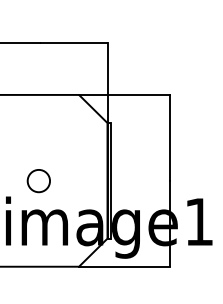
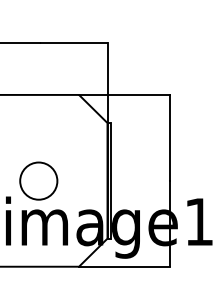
circle at (38, 181) size: 25x25 px -> 40x40 px
